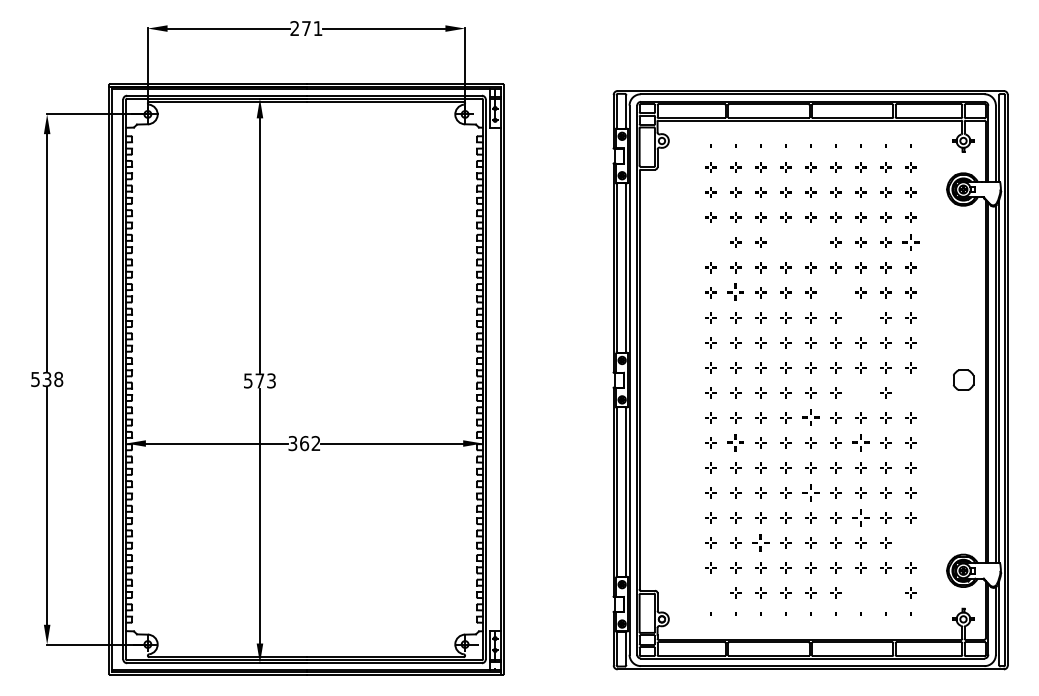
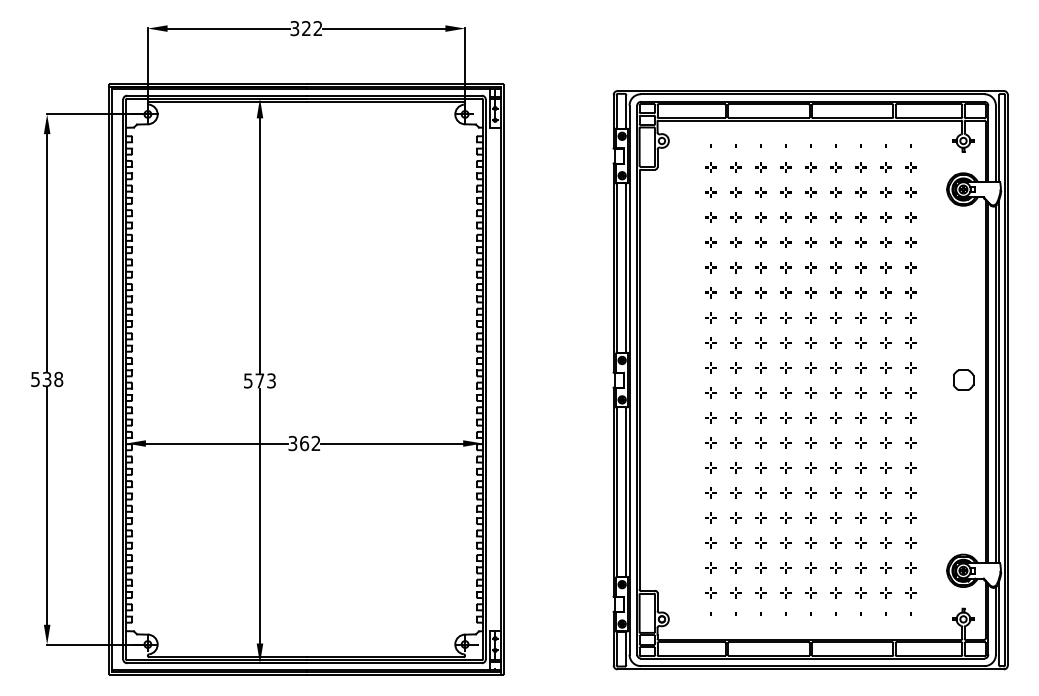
text at (306, 28): 271 -> 322
part at (710, 242): none -> present
part at (785, 242): none -> present
part at (810, 242): none -> present
part at (910, 242) size: 18x17 px -> 12x11 px
part at (735, 291) size: 17x18 px -> 12x12 px
part at (835, 292): none -> present
part at (860, 317): none -> present
part at (860, 392): none -> present
part at (910, 392): none -> present
part at (810, 417) size: 18x17 px -> 12x12 px
part at (735, 442) size: 17x18 px -> 12x12 px
part at (860, 442) size: 18x18 px -> 12x12 px
part at (810, 492) size: 18x18 px -> 12x12 px
part at (860, 517) size: 18x18 px -> 12x12 px
part at (760, 542) size: 18x18 px -> 12x12 px
part at (910, 542): none -> present
part at (710, 592): none -> present
part at (860, 592): none -> present
part at (885, 592): none -> present
